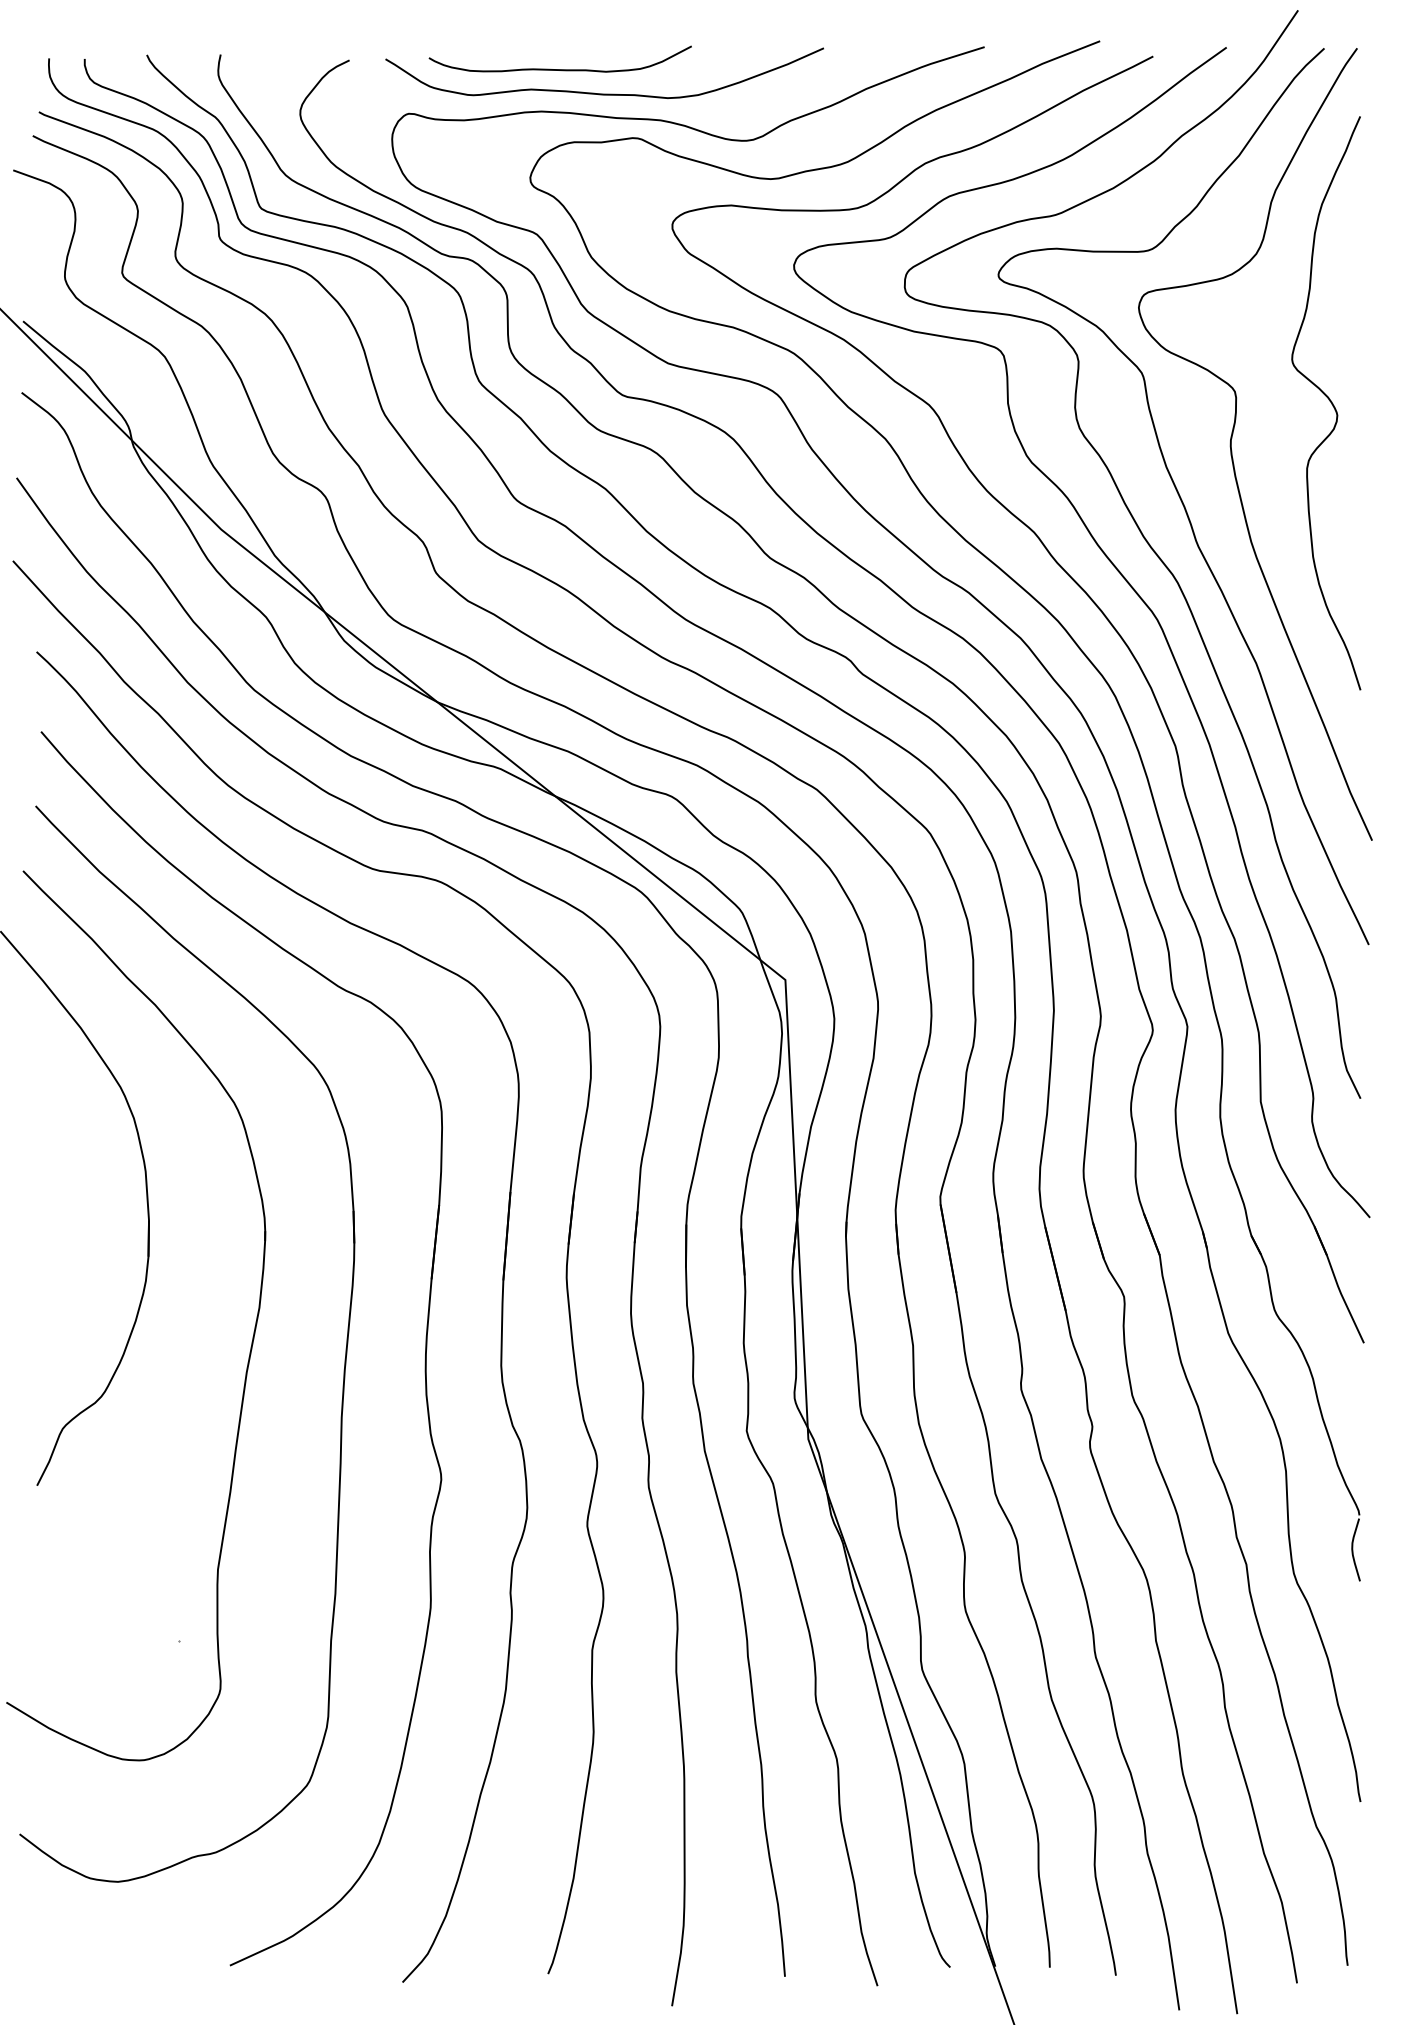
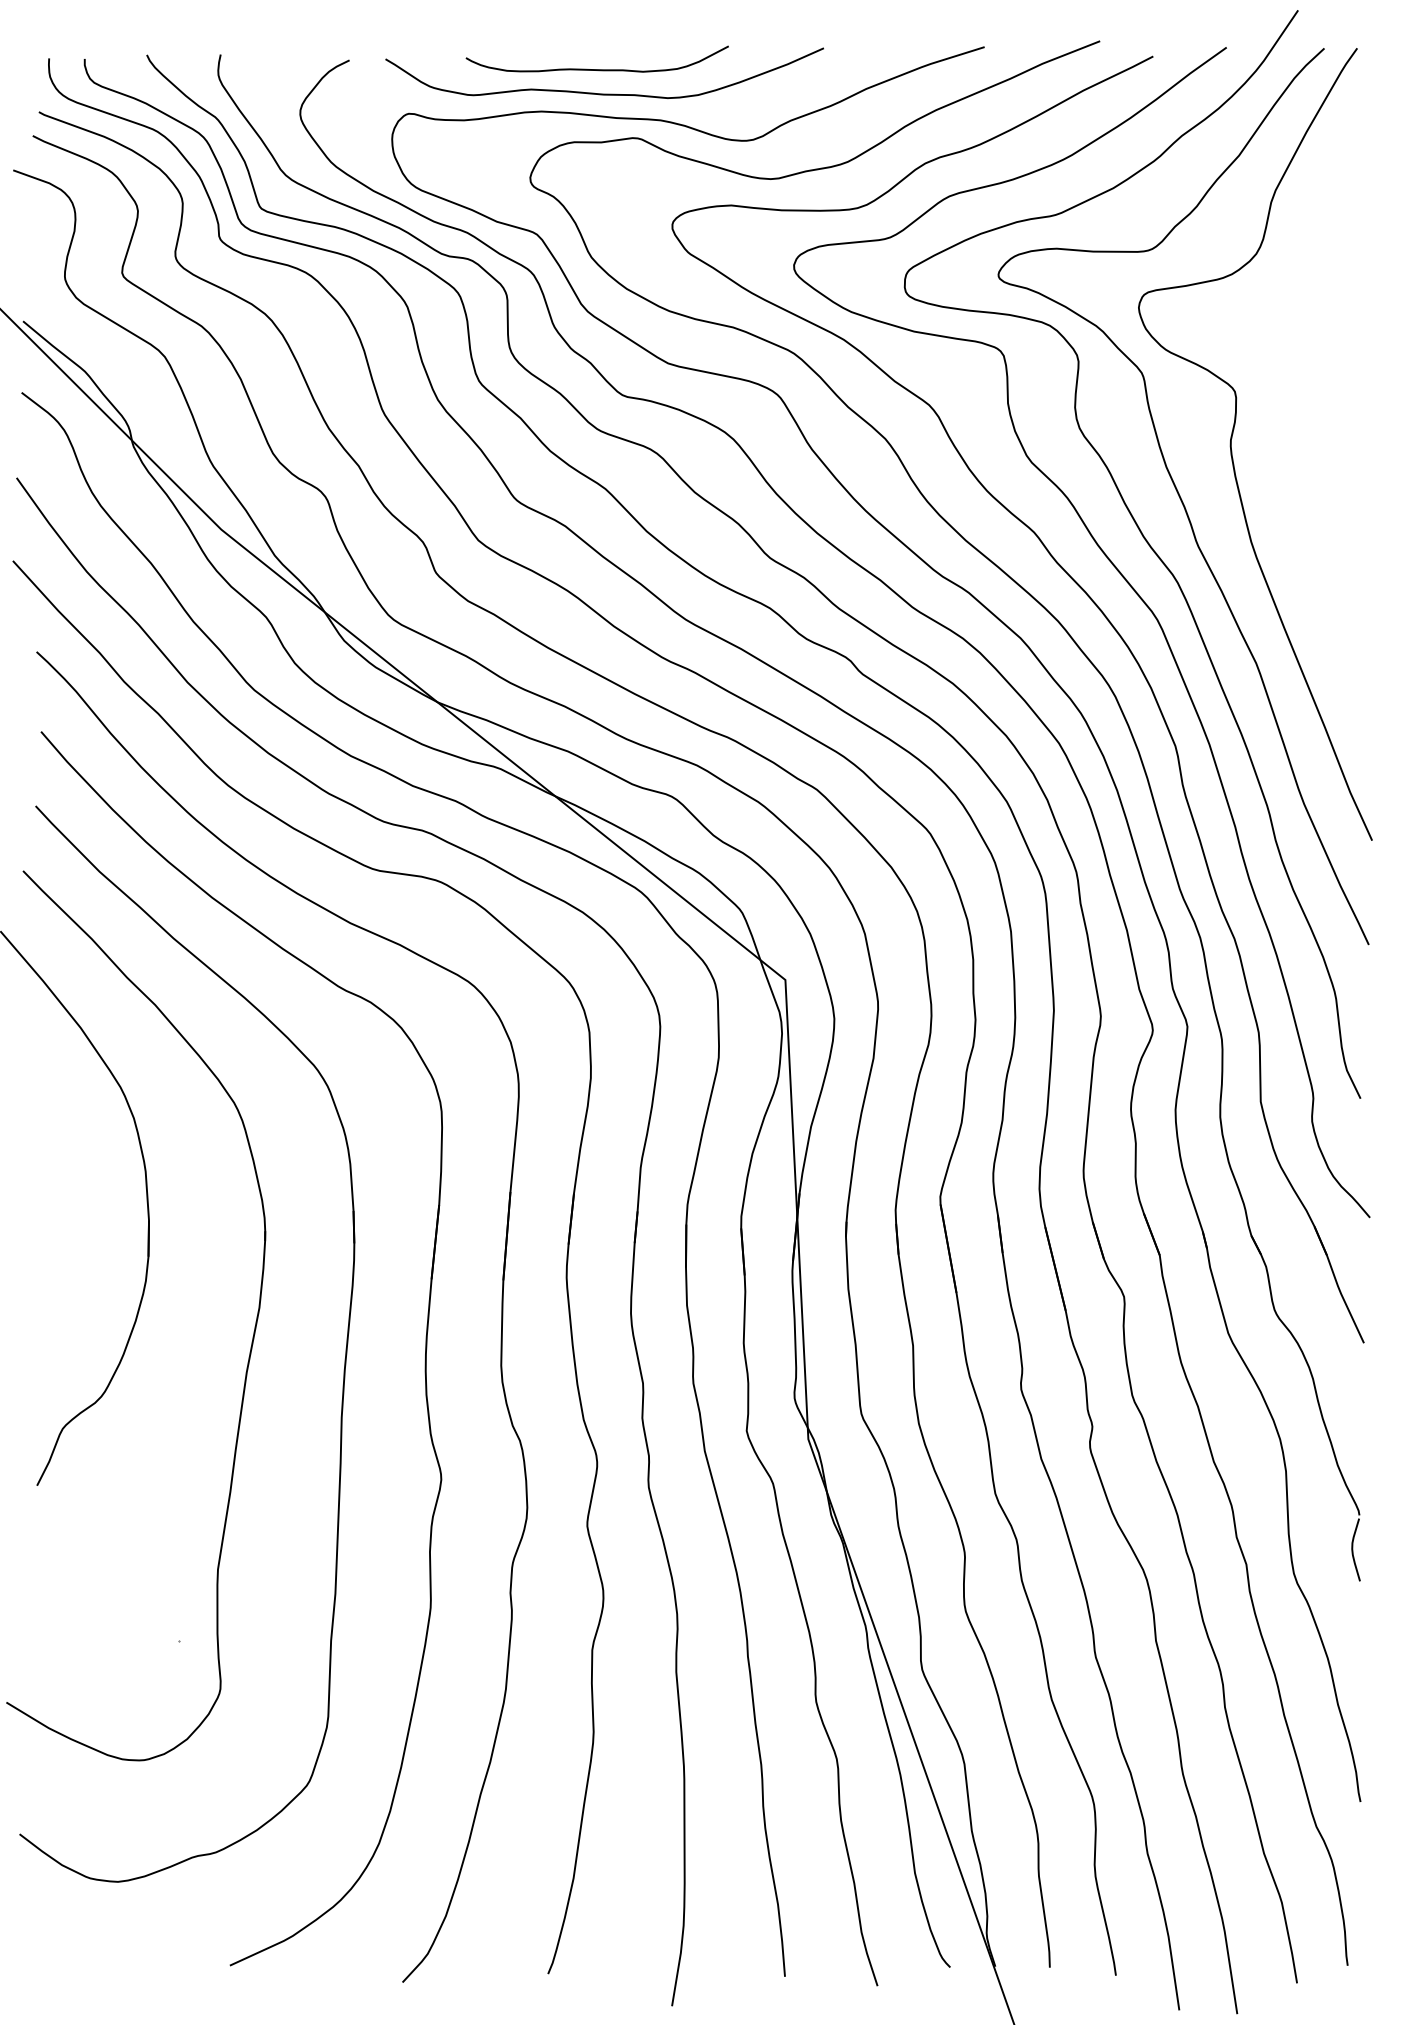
curve at (559, 69) position: (559, 69) -> (596, 69)
curve at (1329, 401): present -> none
